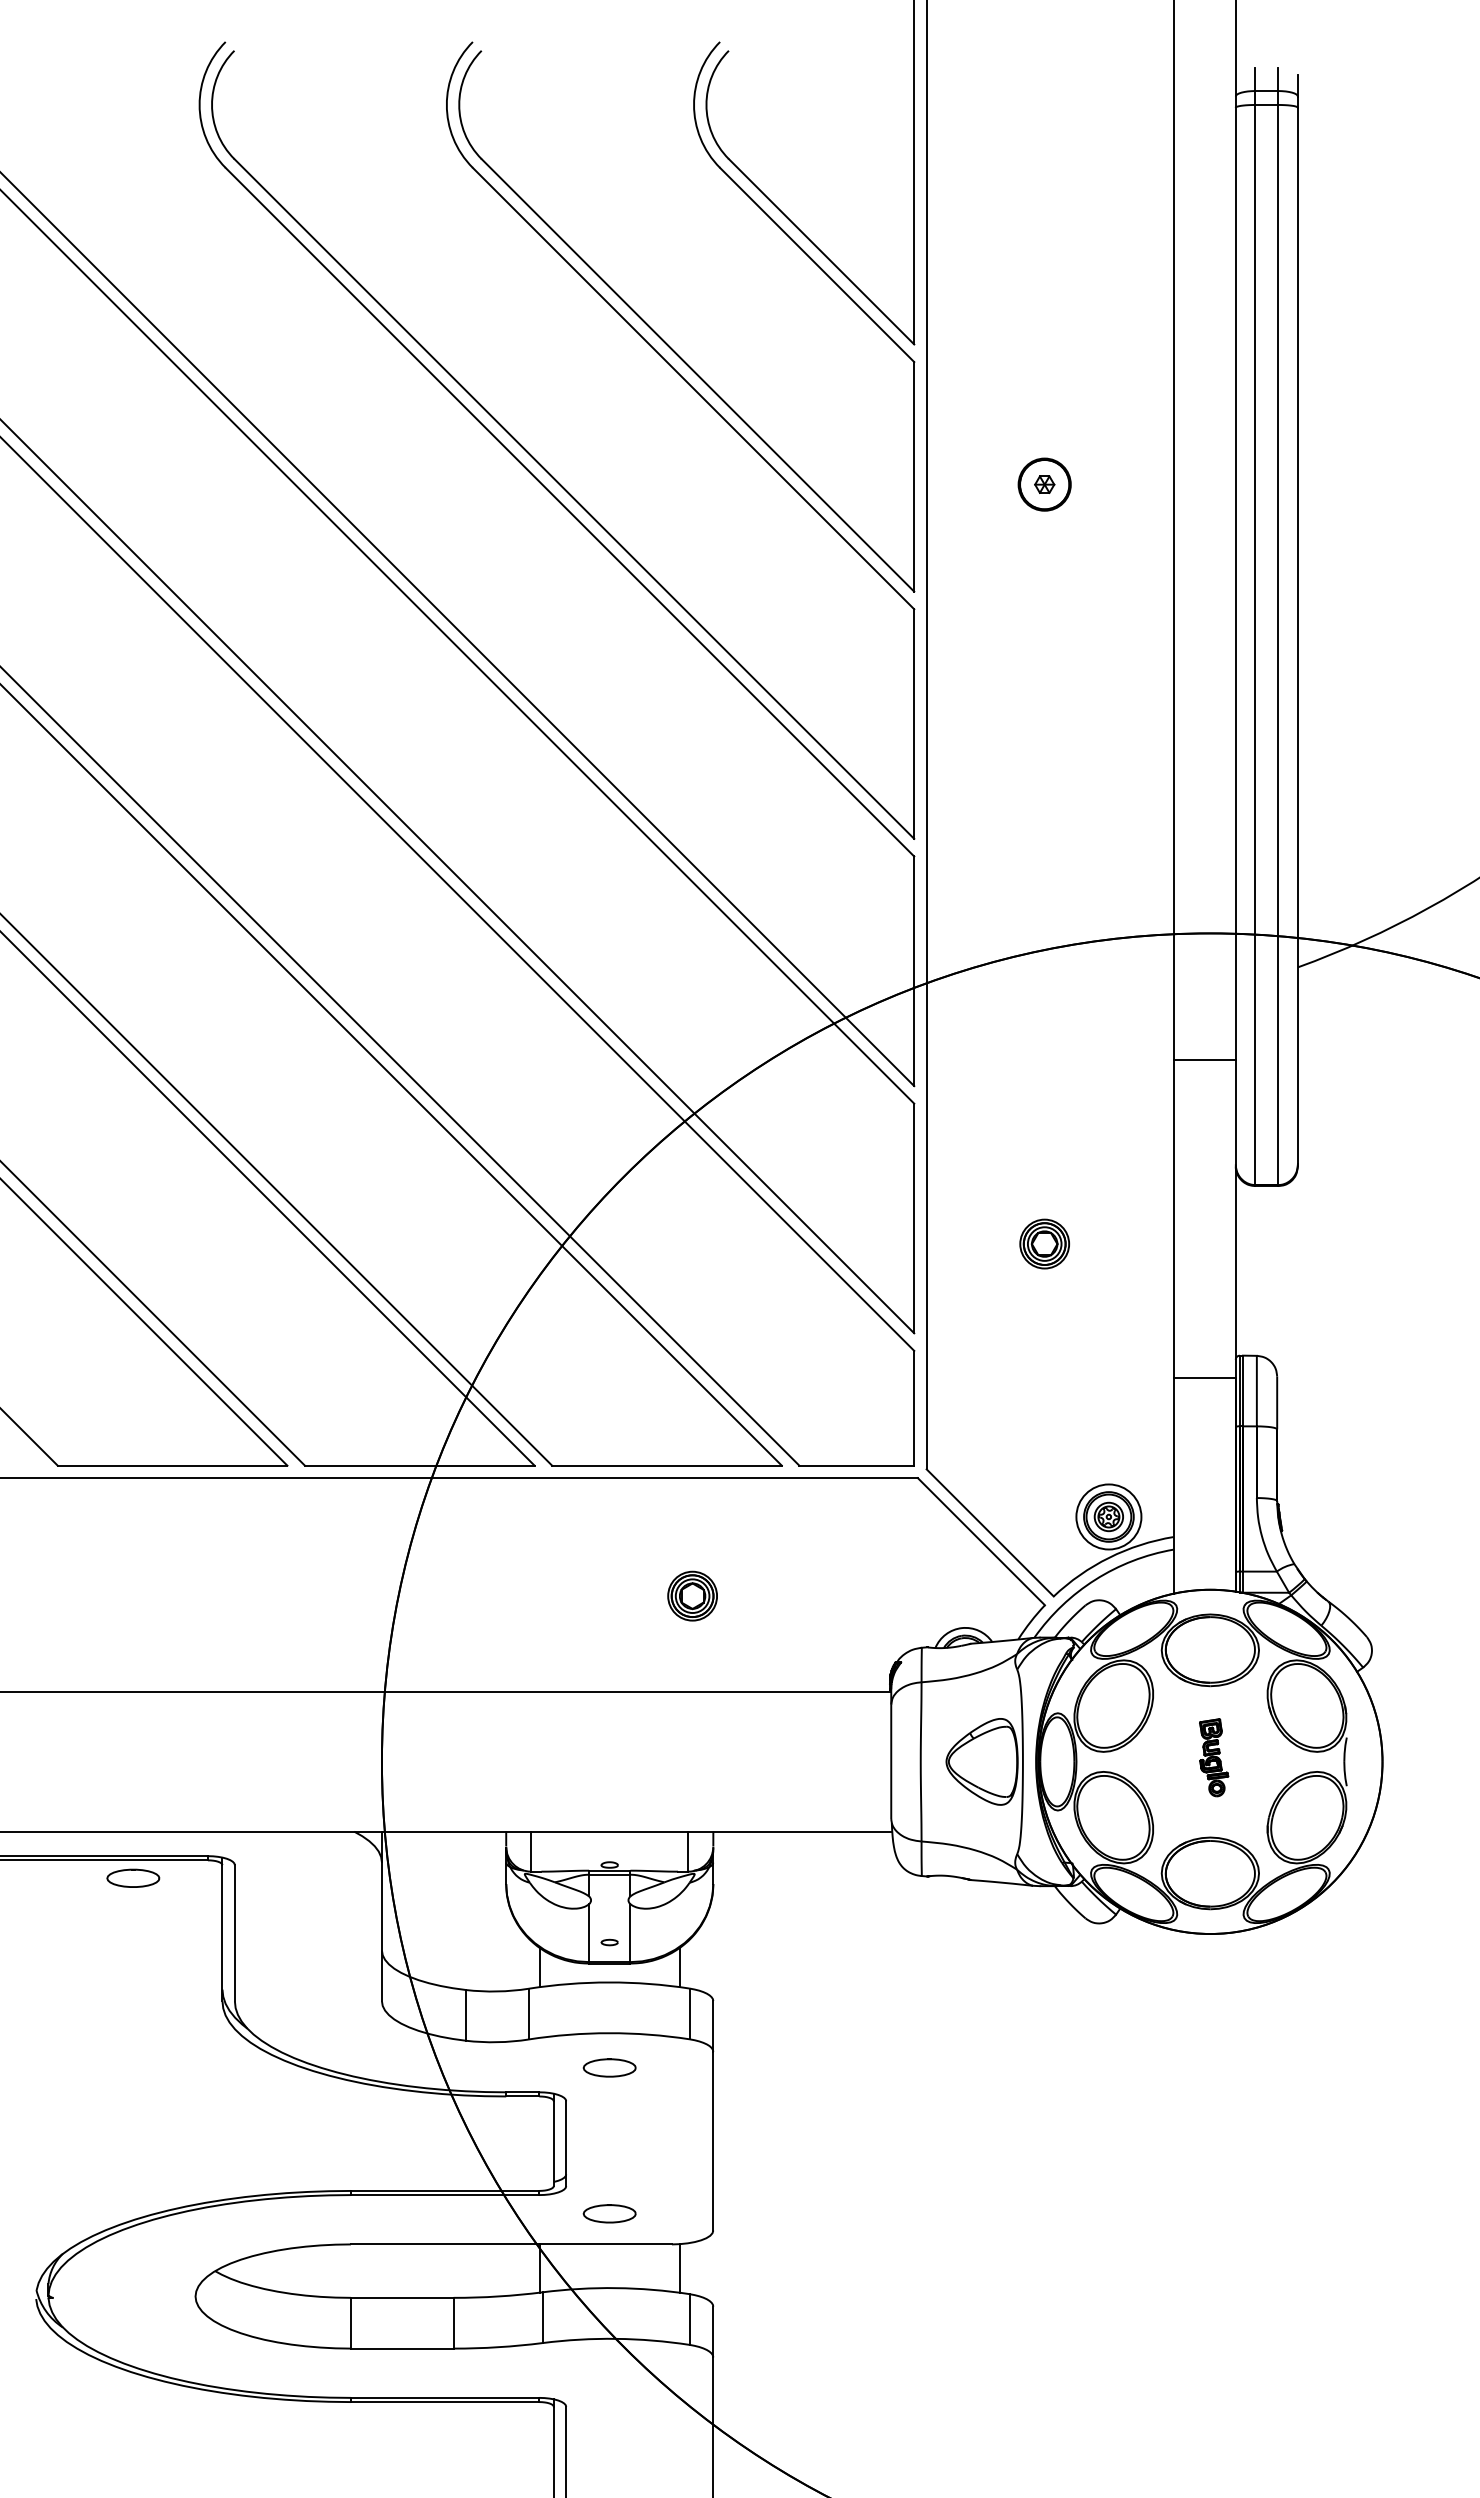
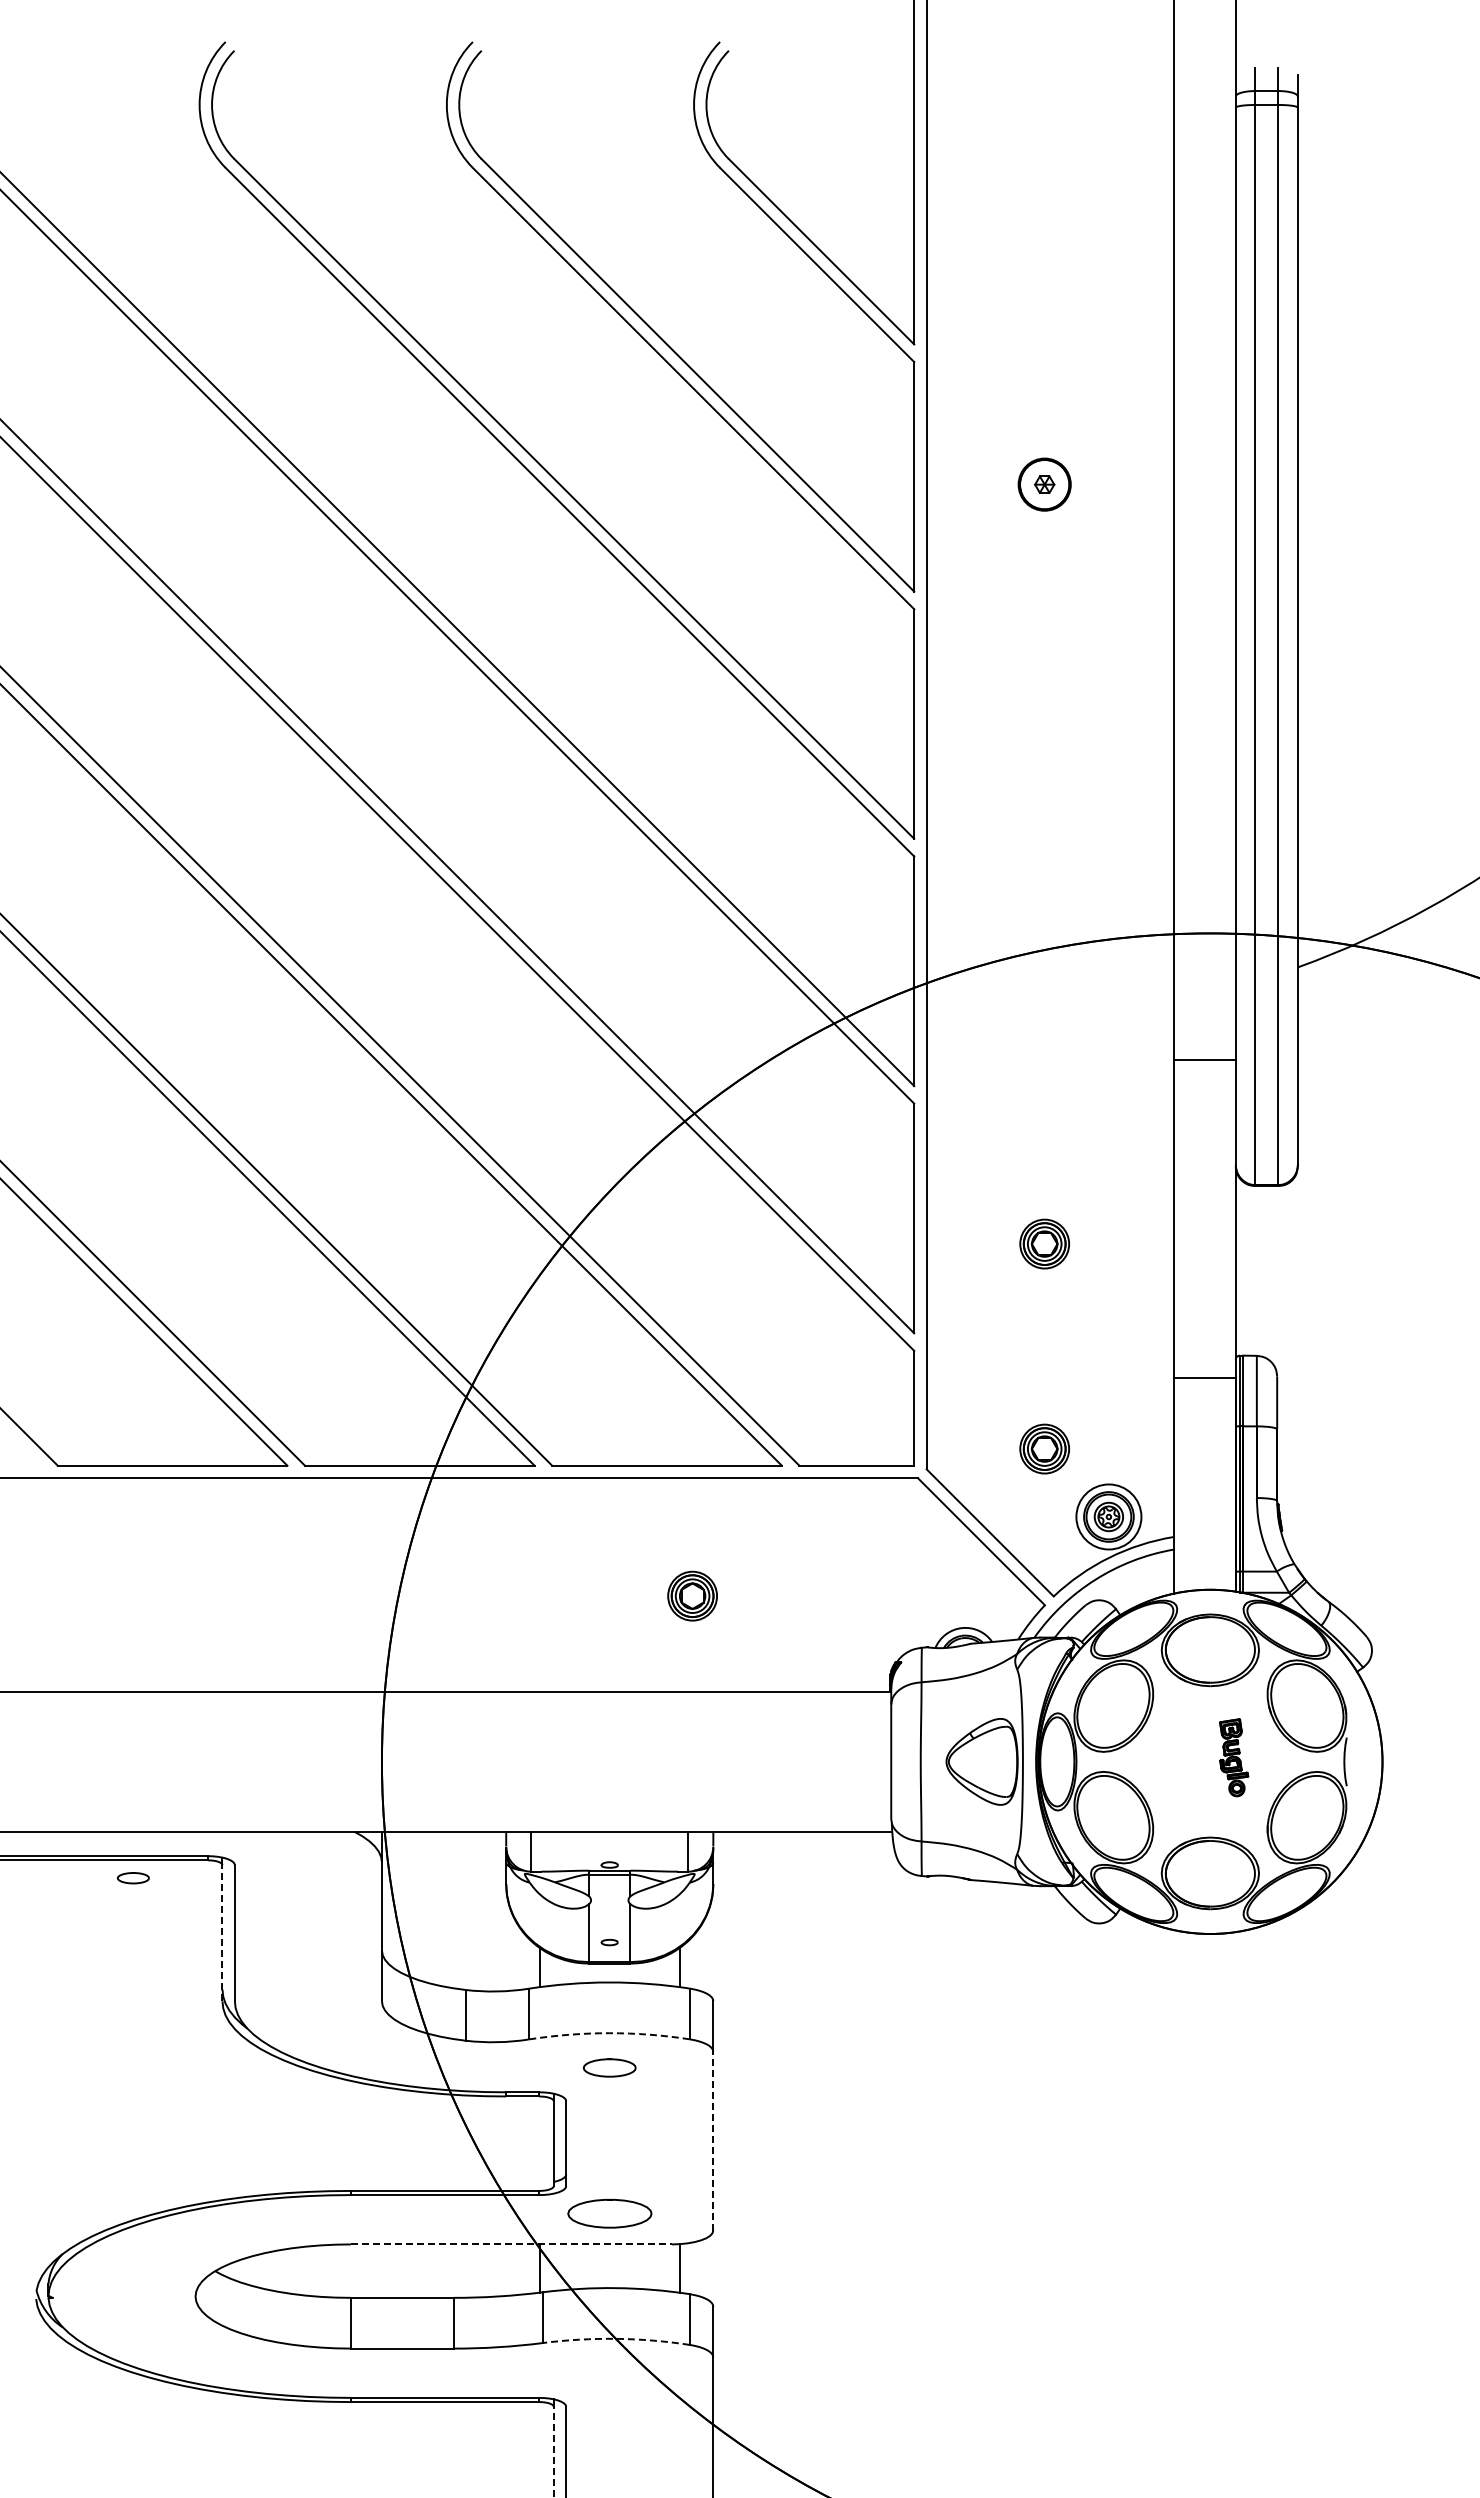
part at (1044, 1448): none -> present
part at (1214, 1757) position: (1214, 1757) -> (1234, 1757)
part at (133, 1877) size: 55x20 px -> 33x13 px
line at (222, 1932): solid -> dashed
arc at (609, 2033): solid -> dashed
line at (713, 2140): solid -> dashed
part at (609, 2213) size: 55x20 px -> 86x30 px
line at (511, 2244): solid -> dashed
arc at (616, 2338): solid -> dashed
line at (553, 2451): solid -> dashed
